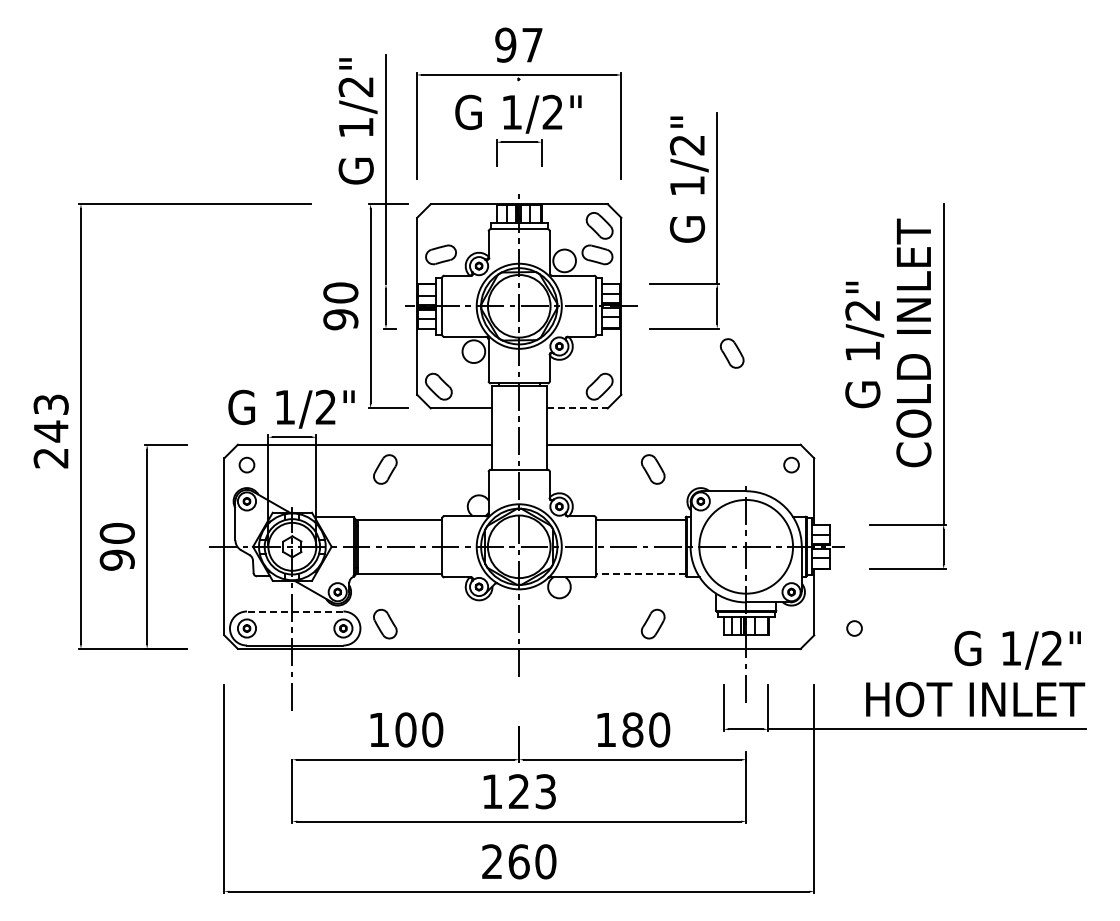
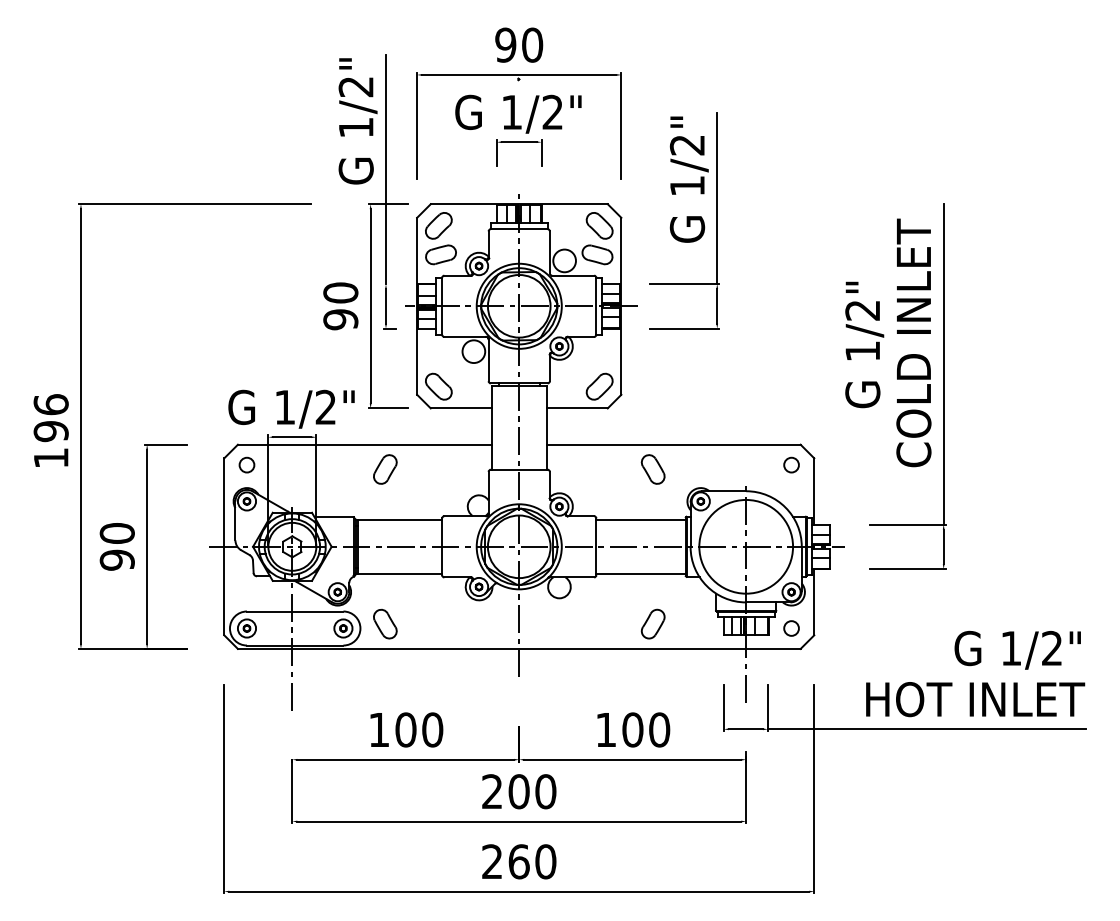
text at (532, 44): 97 -> 90
part at (438, 225): none -> present
part at (731, 353): present -> none
line at (577, 408): dashed -> solid
text at (50, 431): 243 -> 196
line at (641, 574): dashed -> solid
line at (294, 611): dashed -> solid
circle at (854, 628) position: (854, 628) -> (791, 628)
text at (632, 729): 180 -> 100
text at (519, 791): 123 -> 200
